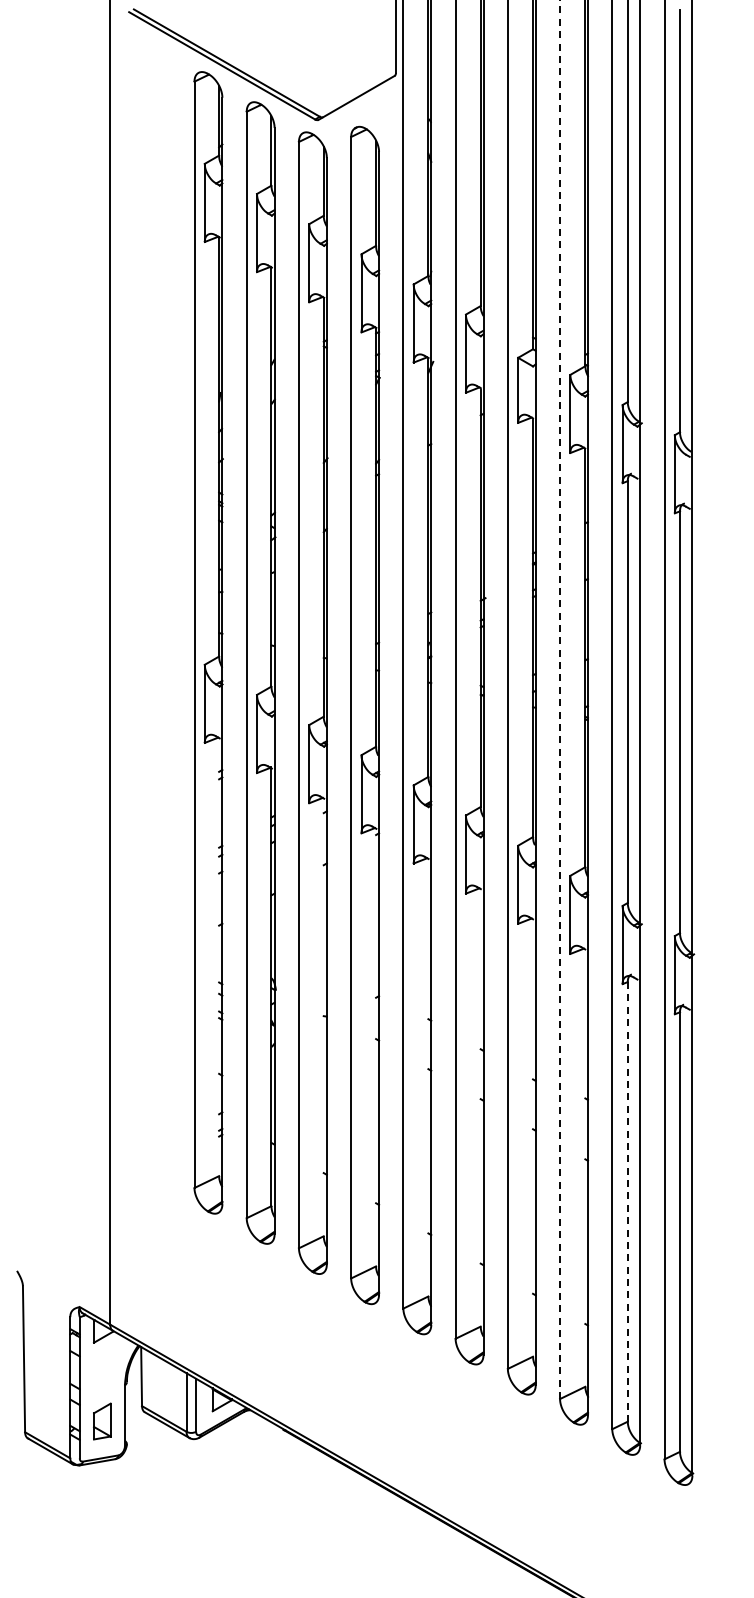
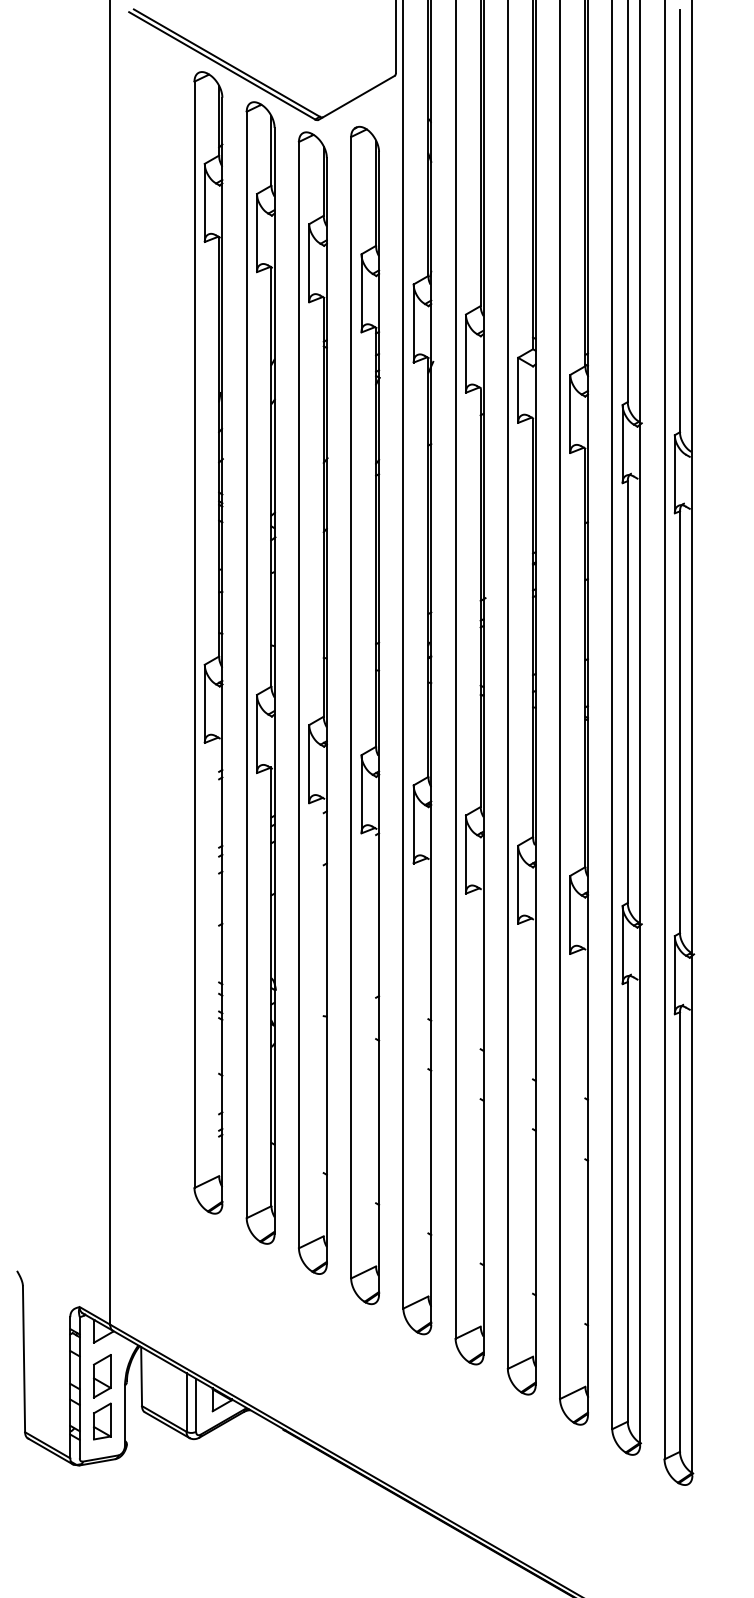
line at (560, 699): dashed -> solid
line at (627, 1201): dashed -> solid
part at (102, 1376): none -> present
